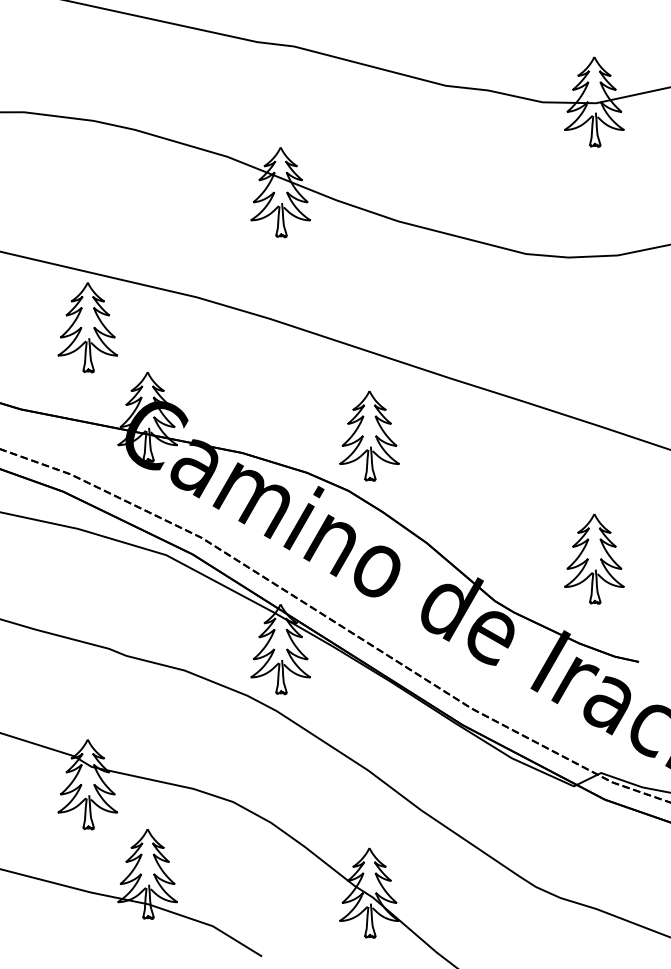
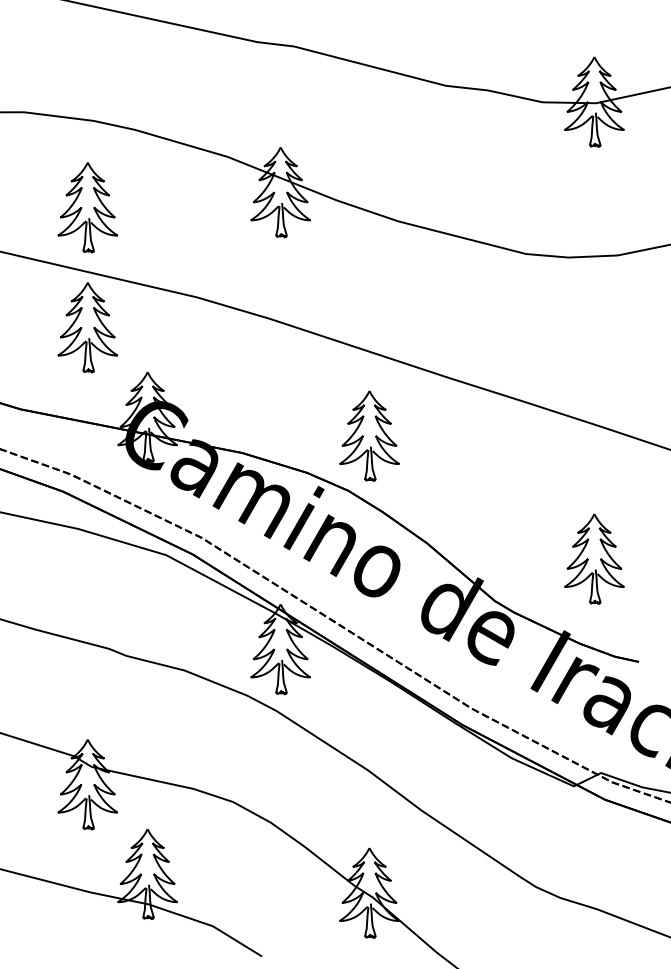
part at (87, 207): none -> present
